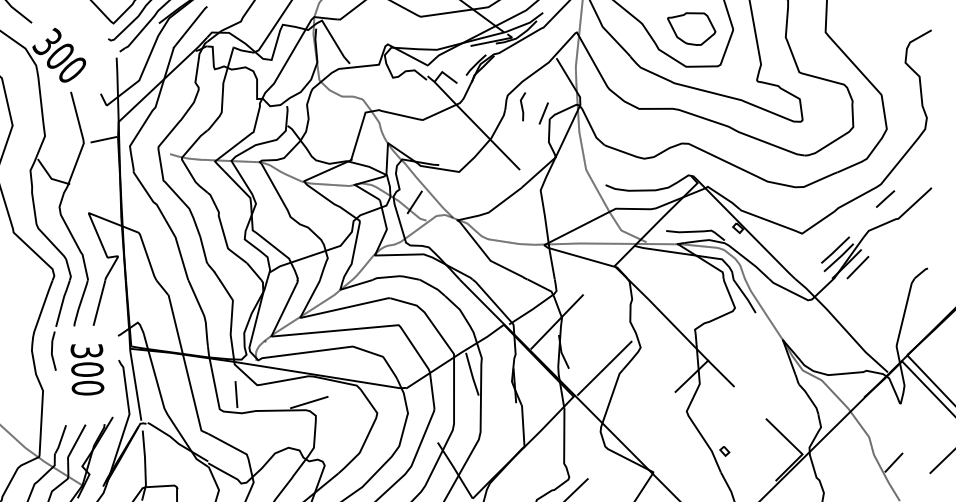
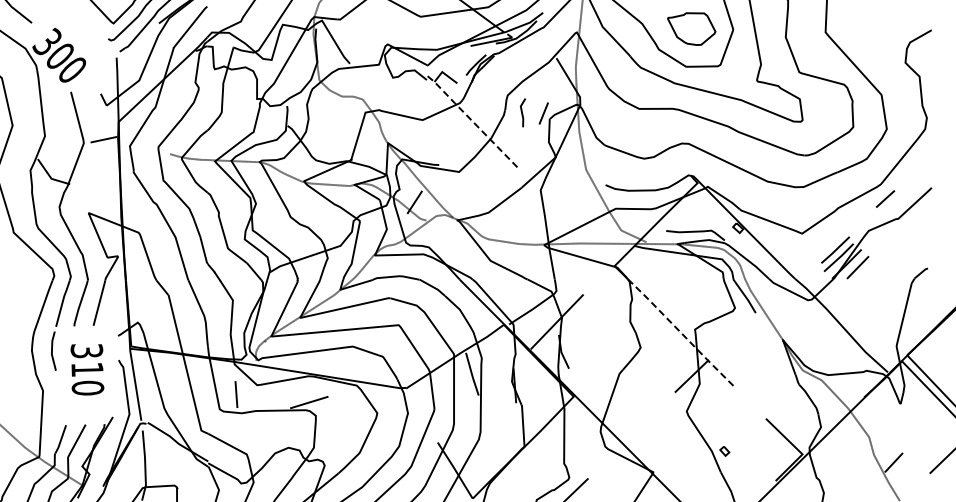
line at (522, 106) position: (522, 106) -> (522, 112)
line at (472, 121): solid -> dashed
line at (681, 333): solid -> dashed
line at (604, 367): present -> none
text at (87, 369): 300 -> 310
